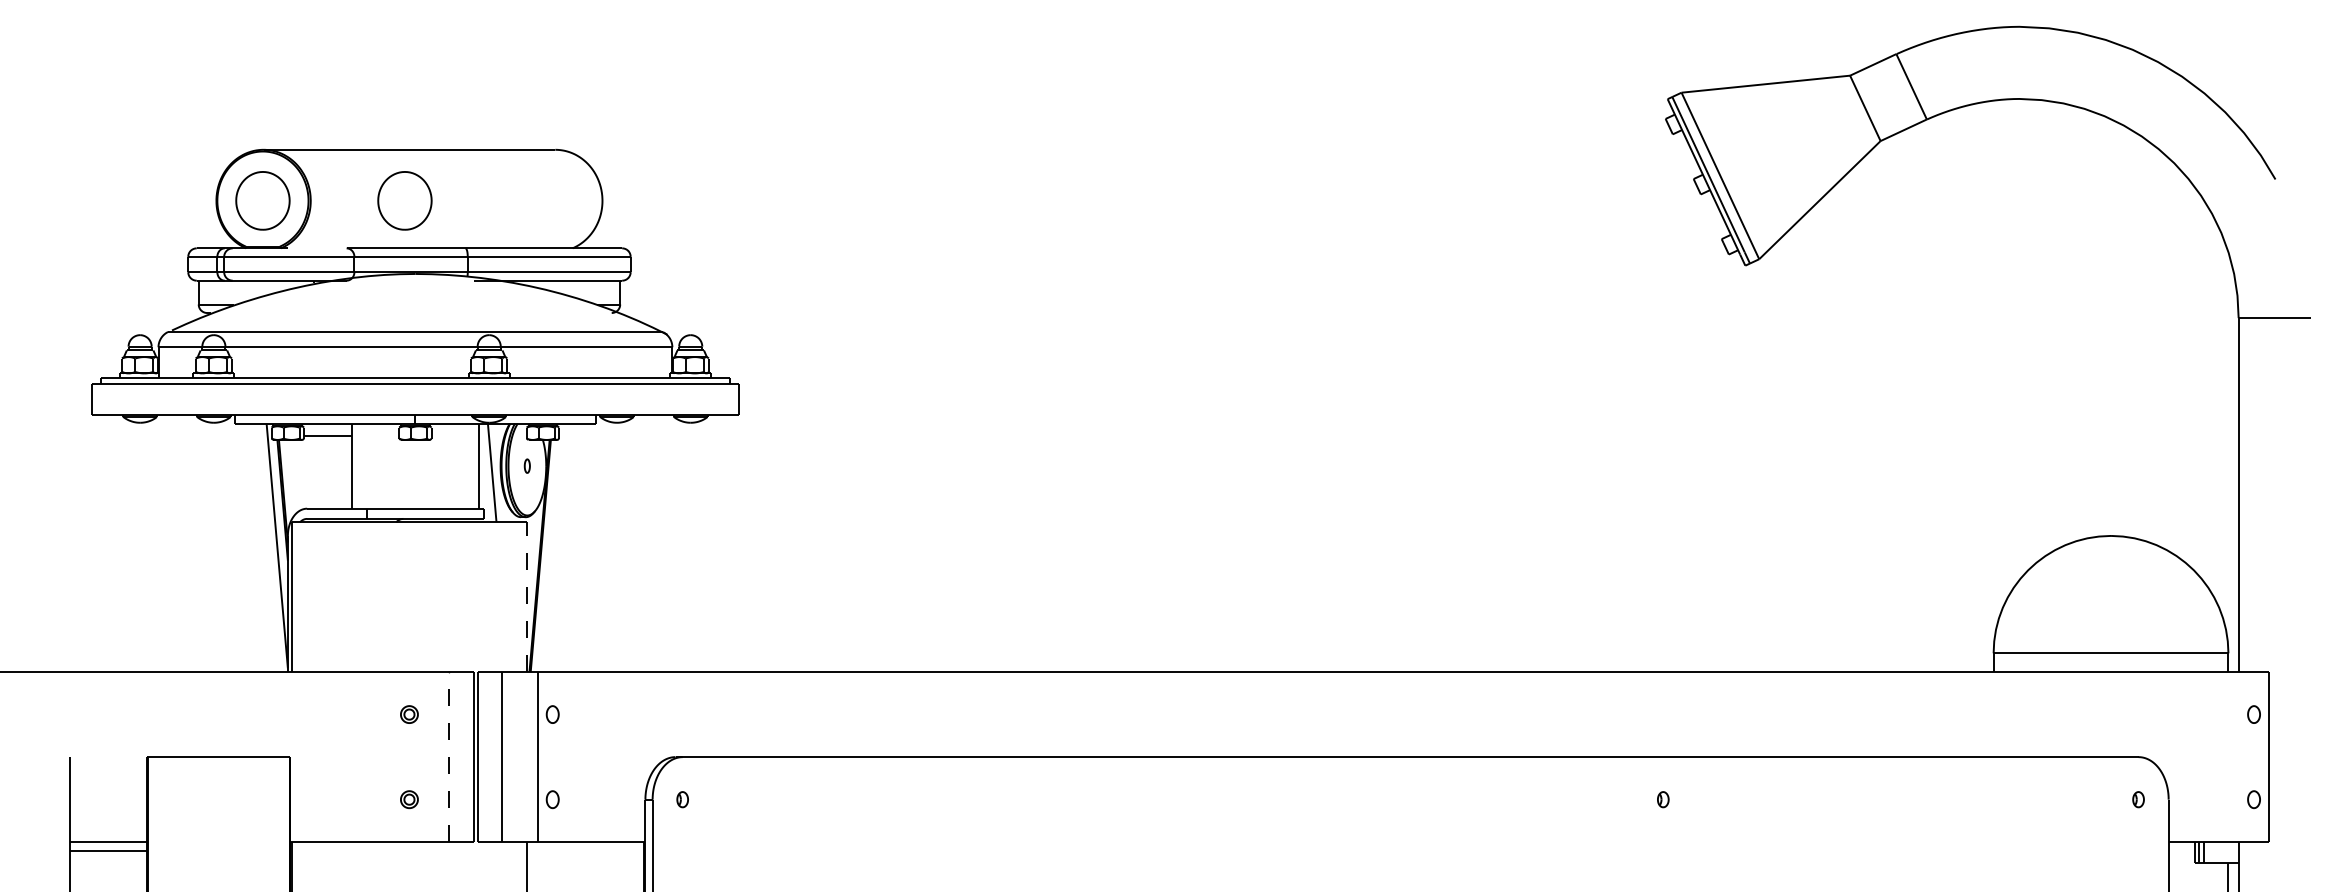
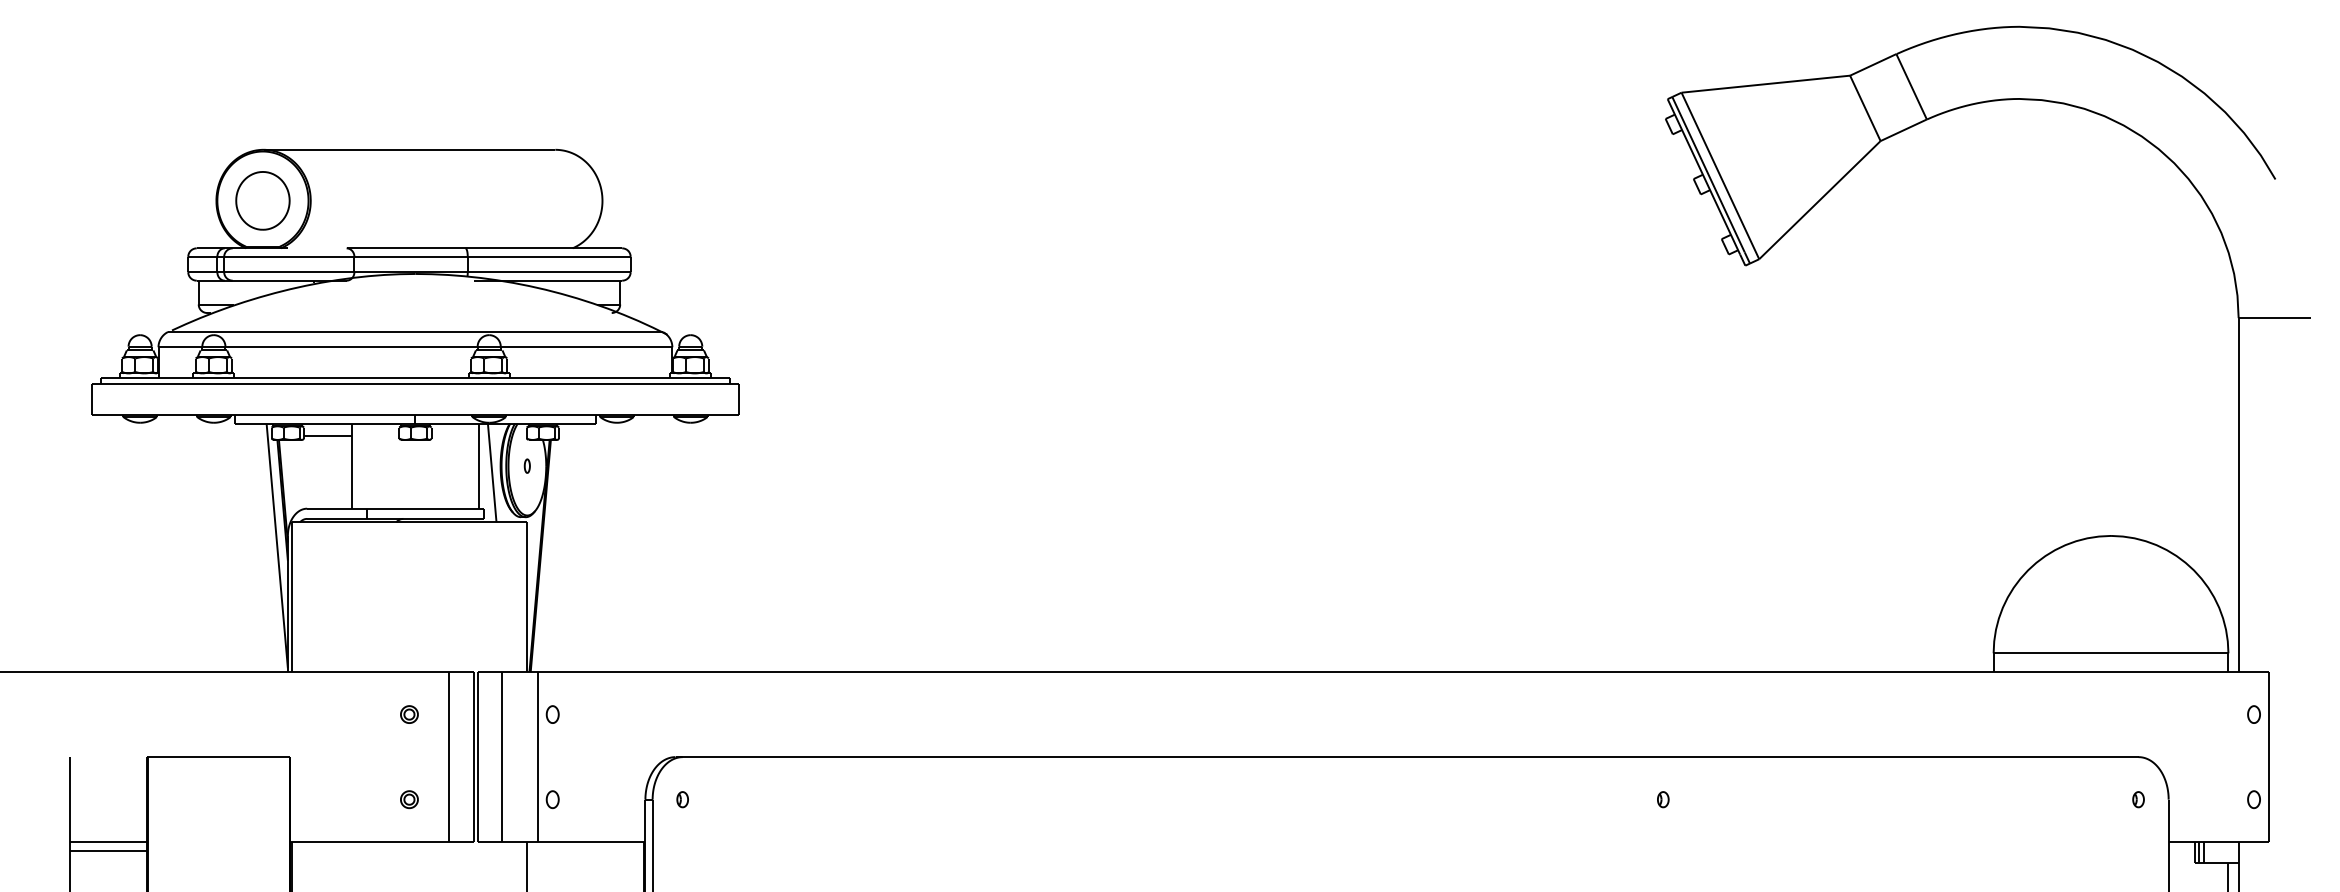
part at (404, 200): present -> none
line at (526, 597): dashed -> solid
line at (448, 756): dashed -> solid
